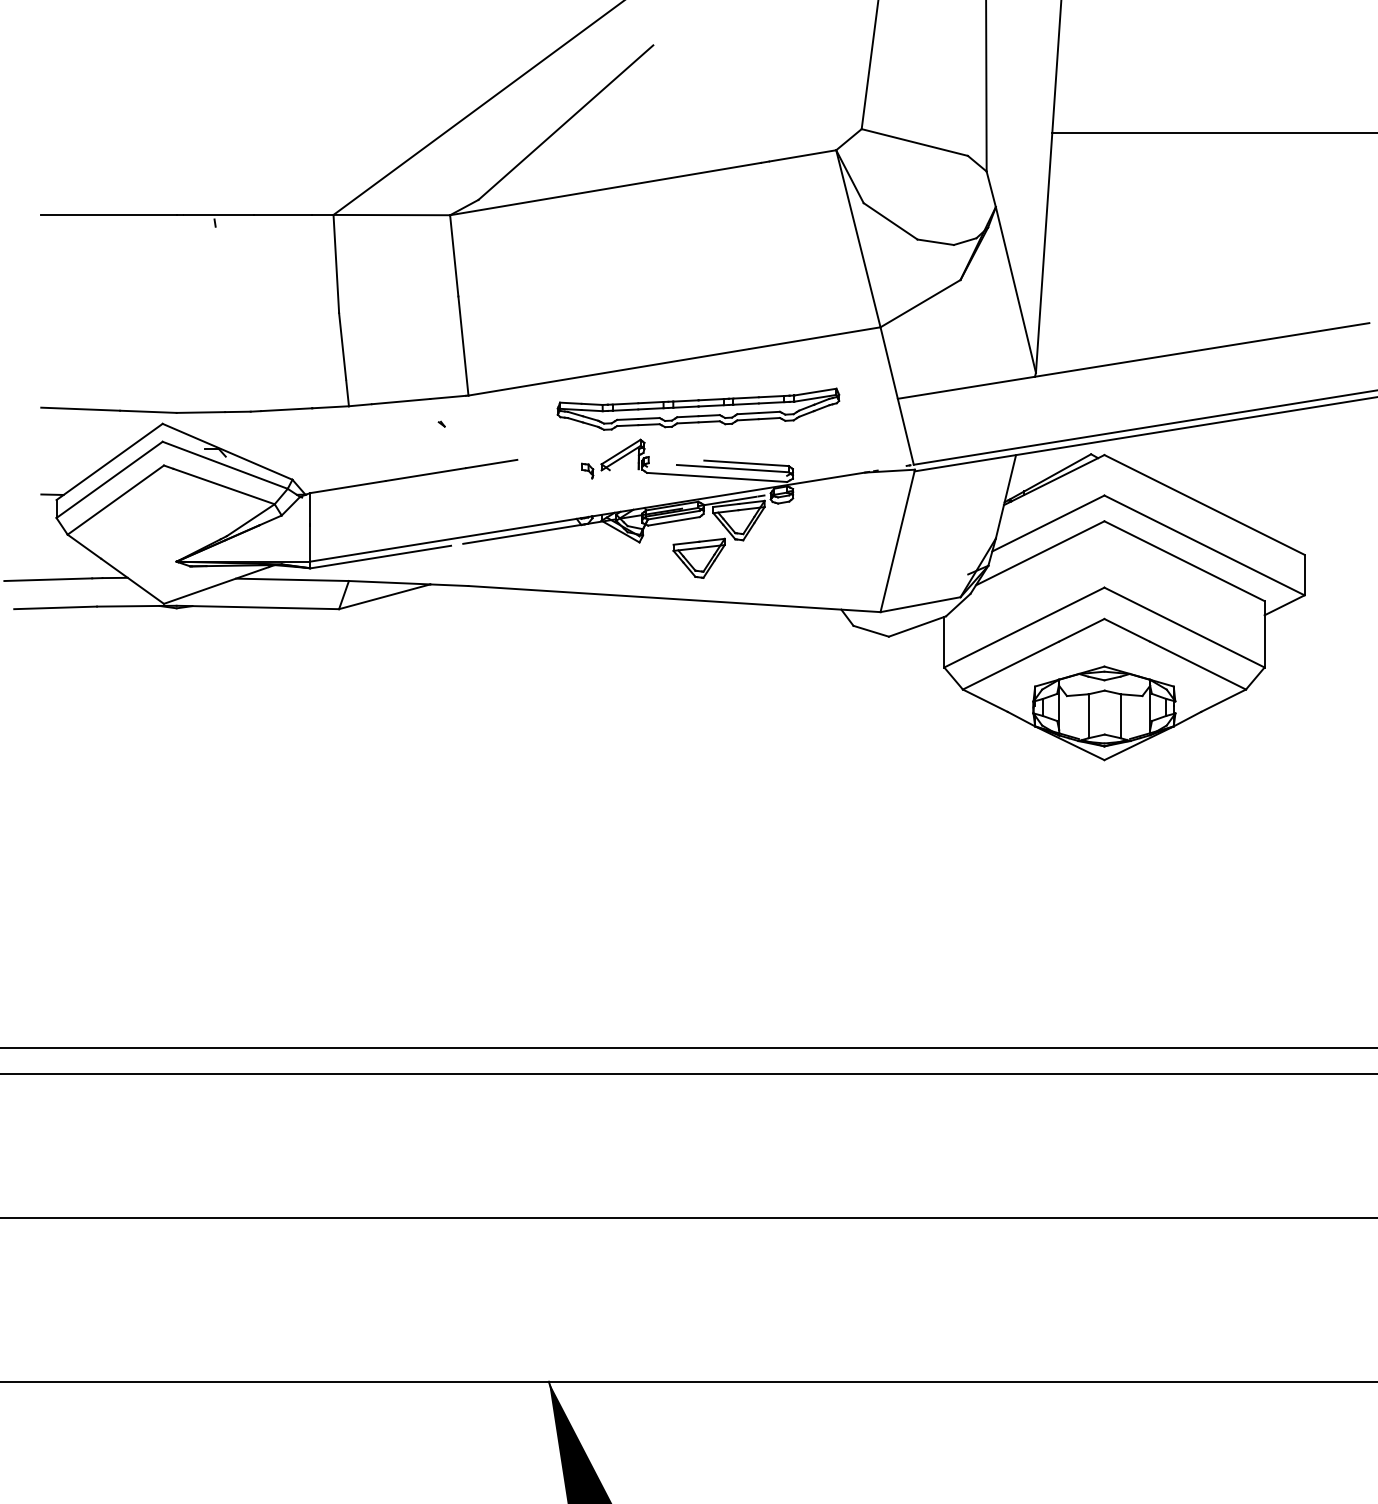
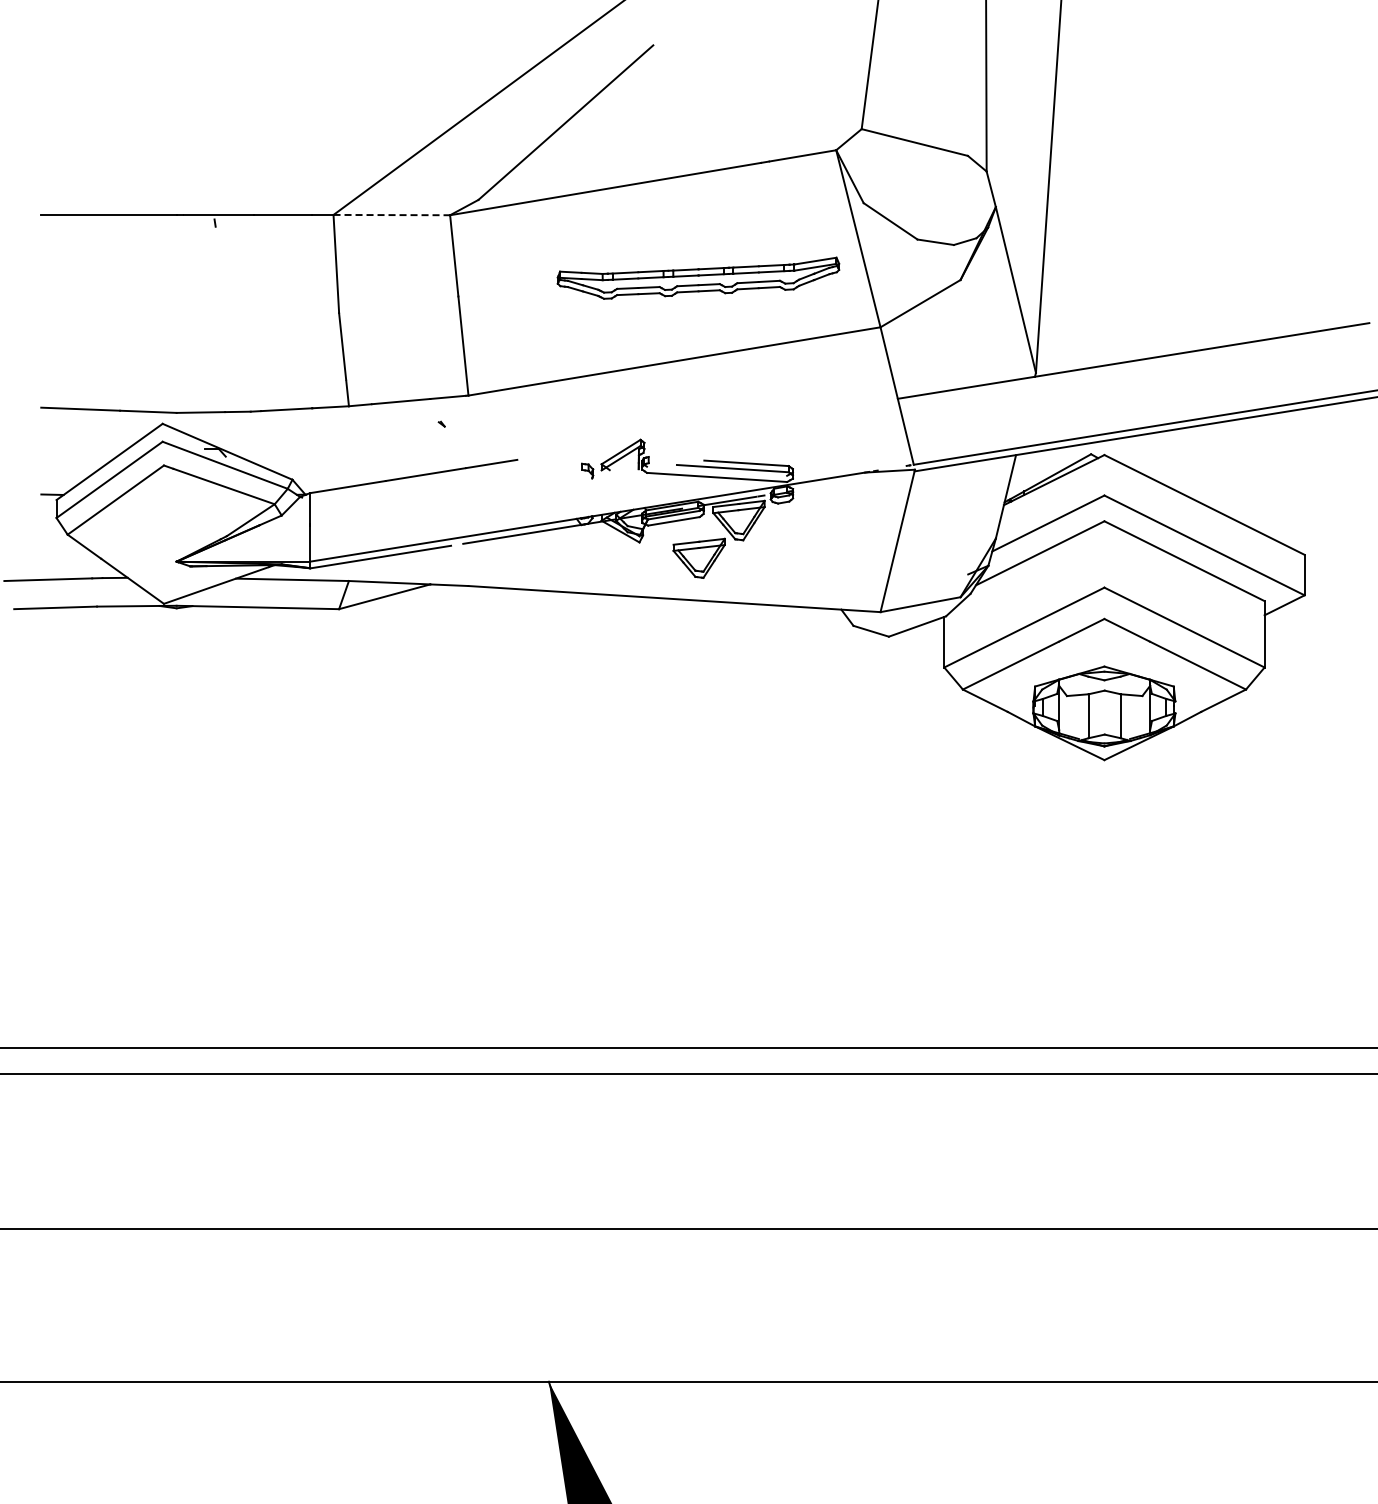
line at (1213, 132): present -> none
line at (392, 215): solid -> dashed
part at (698, 408) position: (698, 408) -> (698, 277)
line at (688, 1218) position: (688, 1218) -> (688, 1229)
